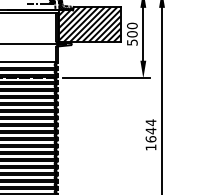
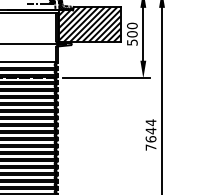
text at (150, 147): 1644 -> 7644
